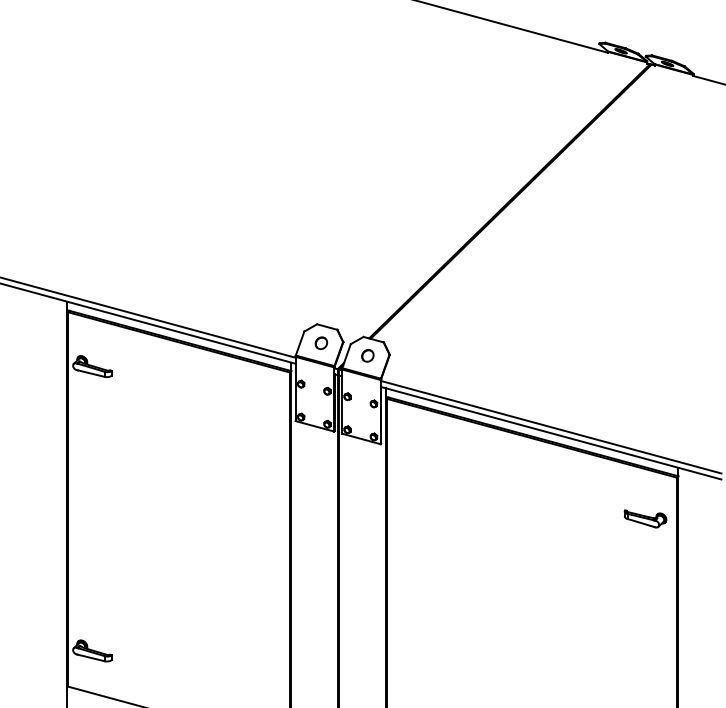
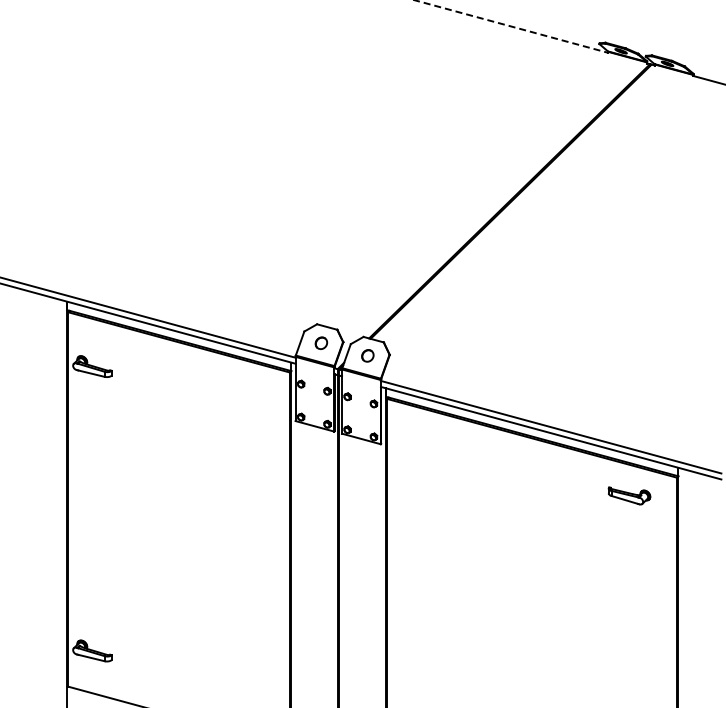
line at (511, 26): solid -> dashed
part at (645, 518) position: (645, 518) -> (629, 495)
